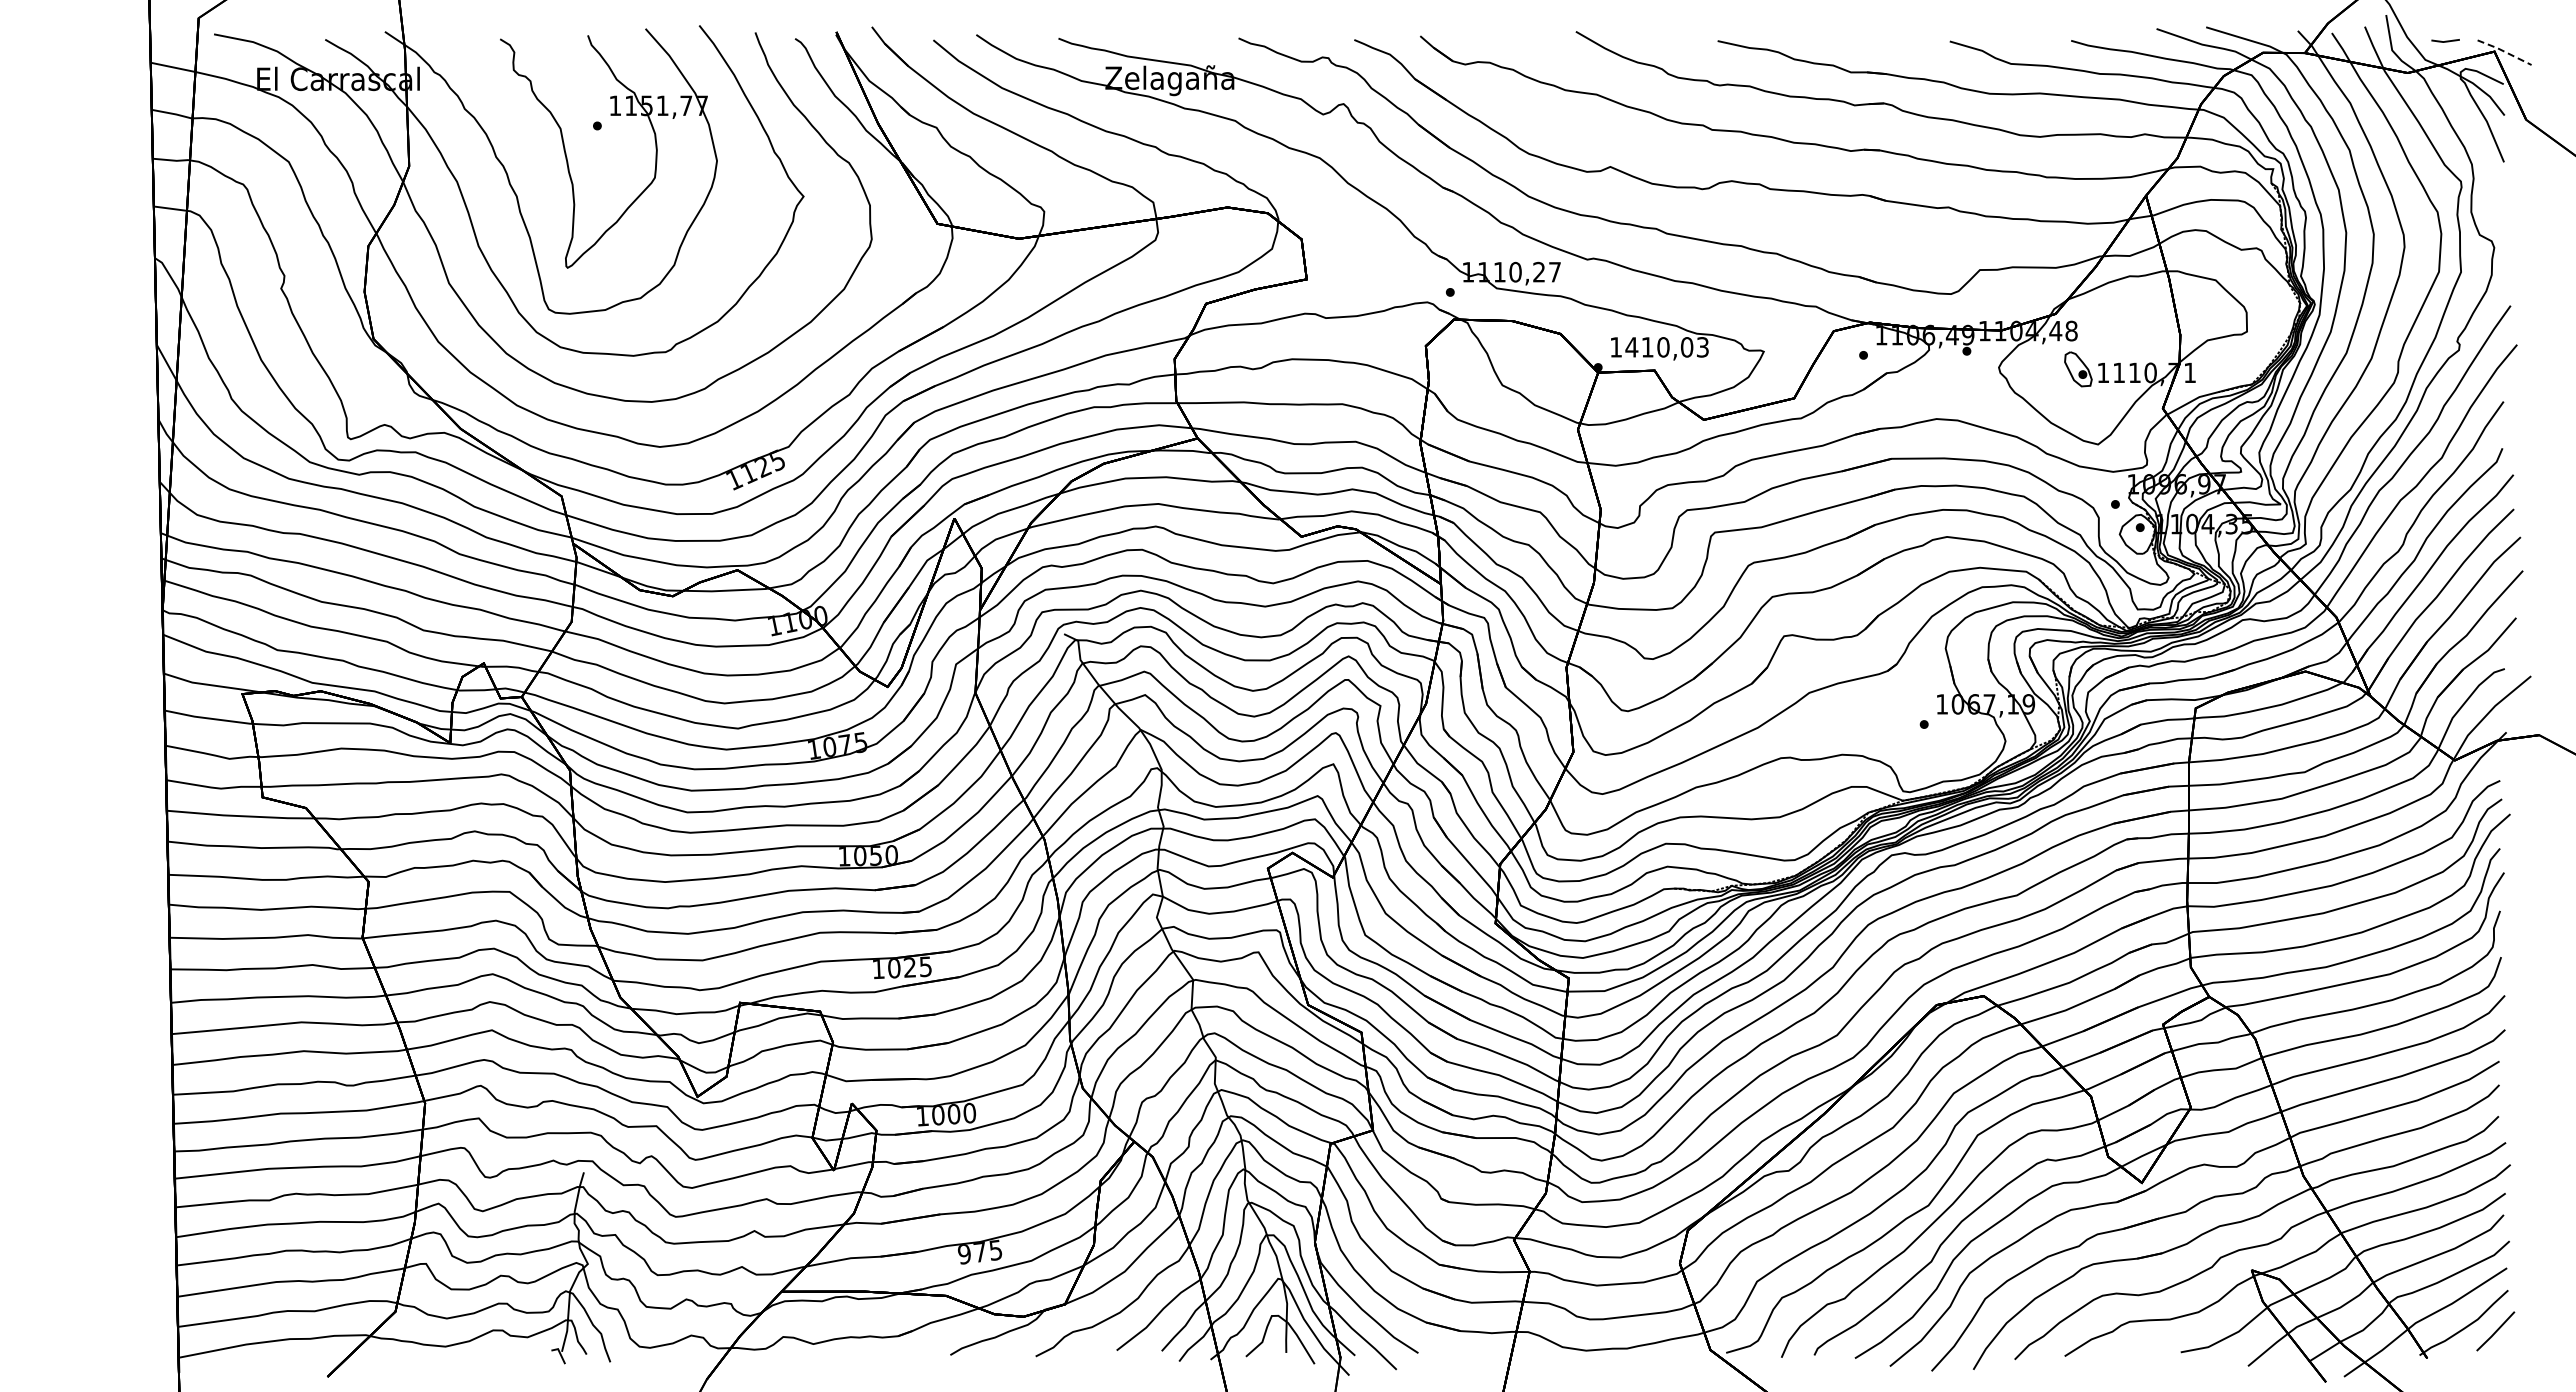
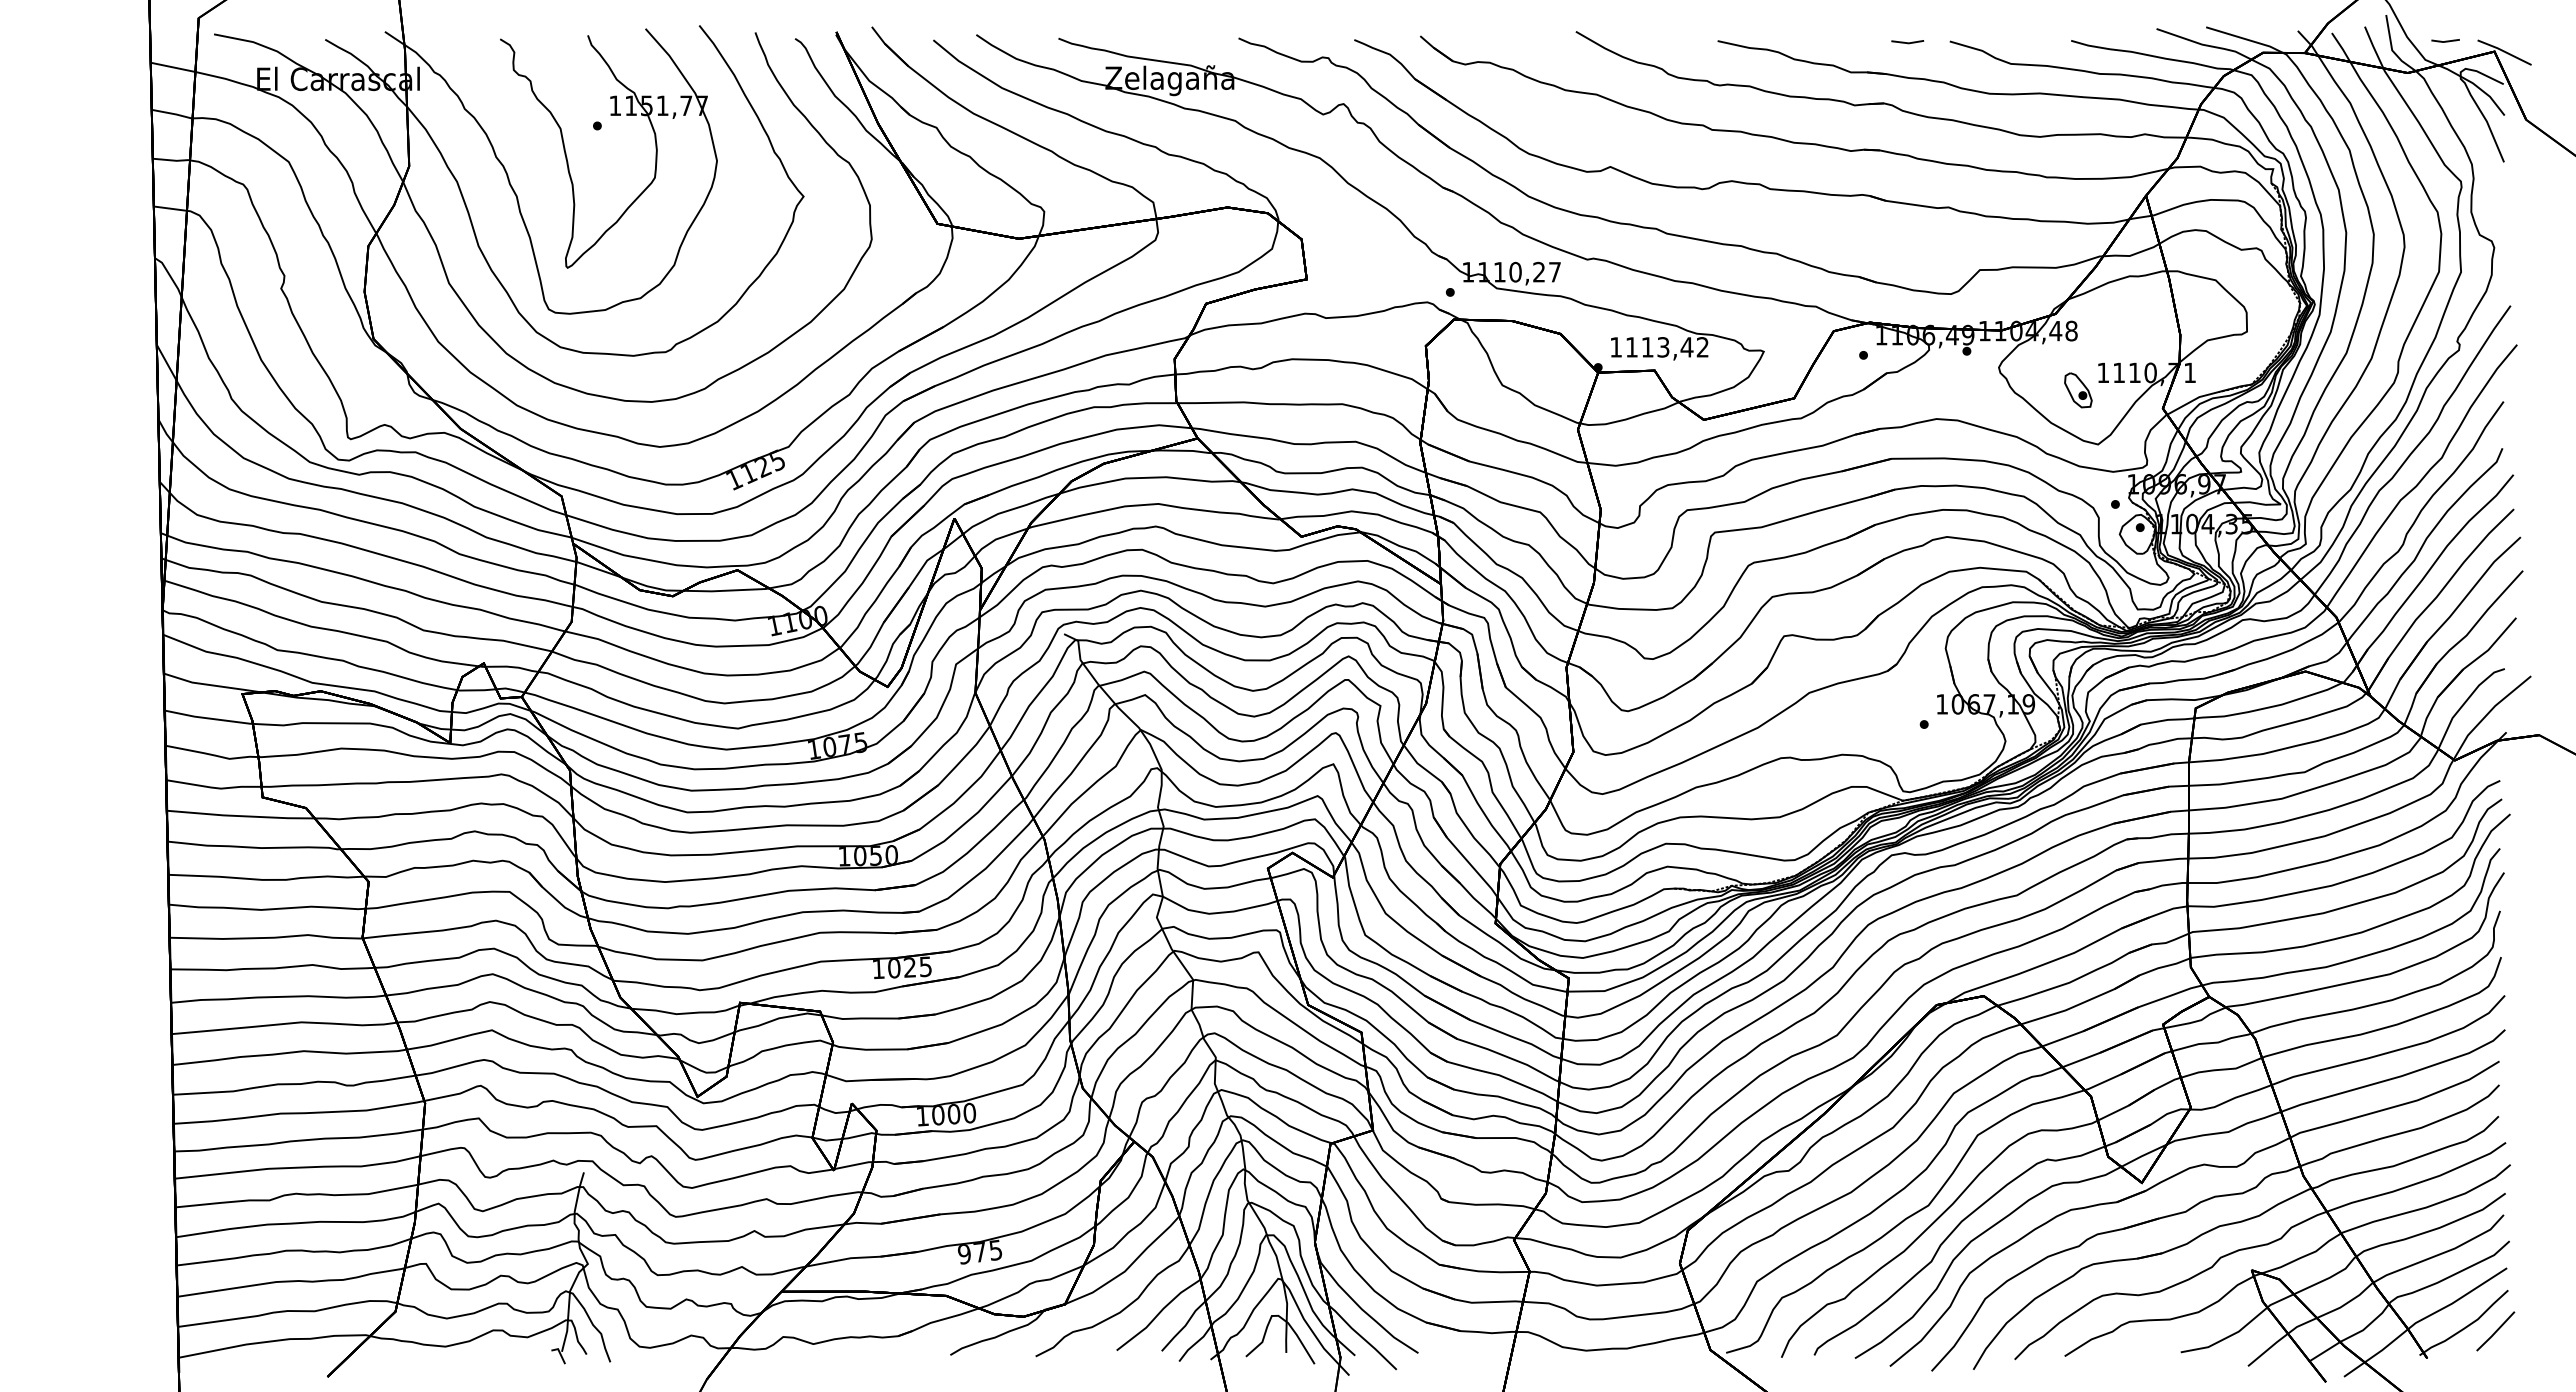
line at (1907, 42): none -> present
line at (2504, 51): dashed -> solid
text at (1666, 347): 1410,03 -> 1113,42
part at (2078, 369) position: (2078, 369) -> (2078, 390)
